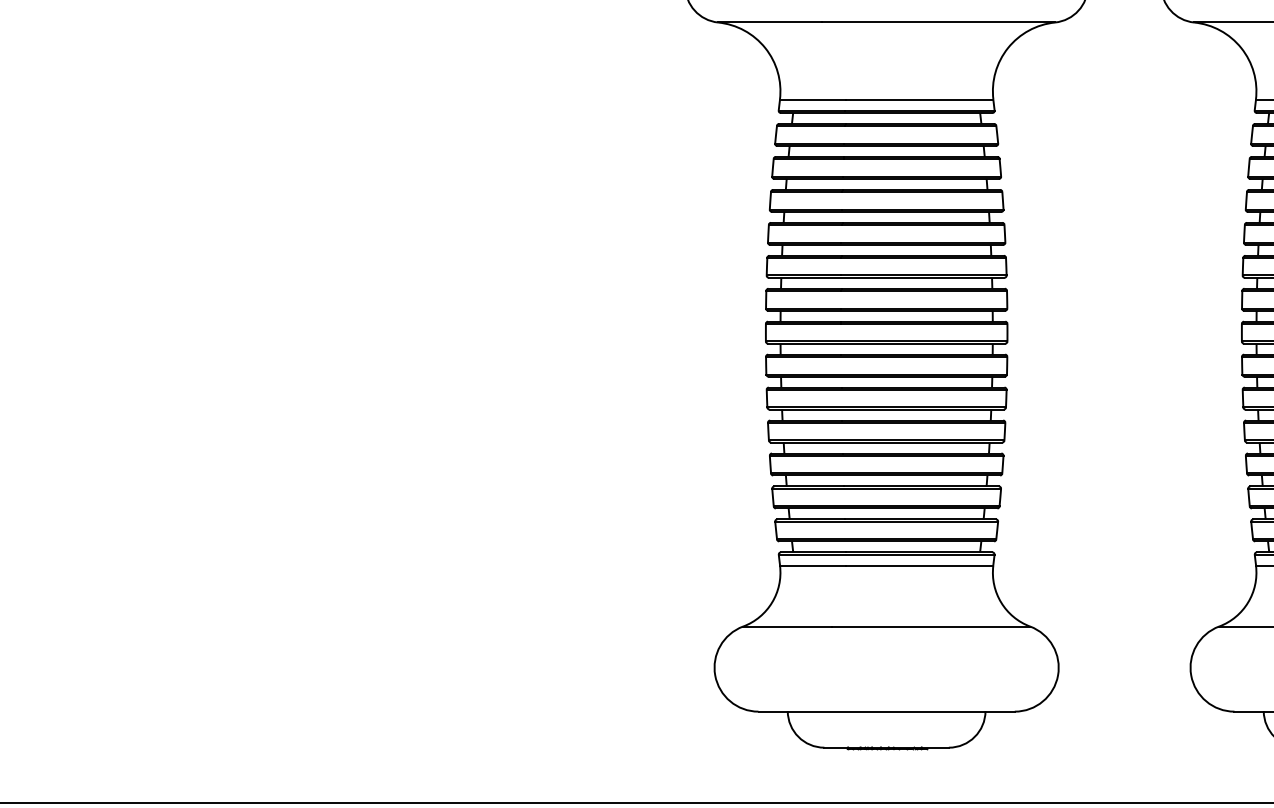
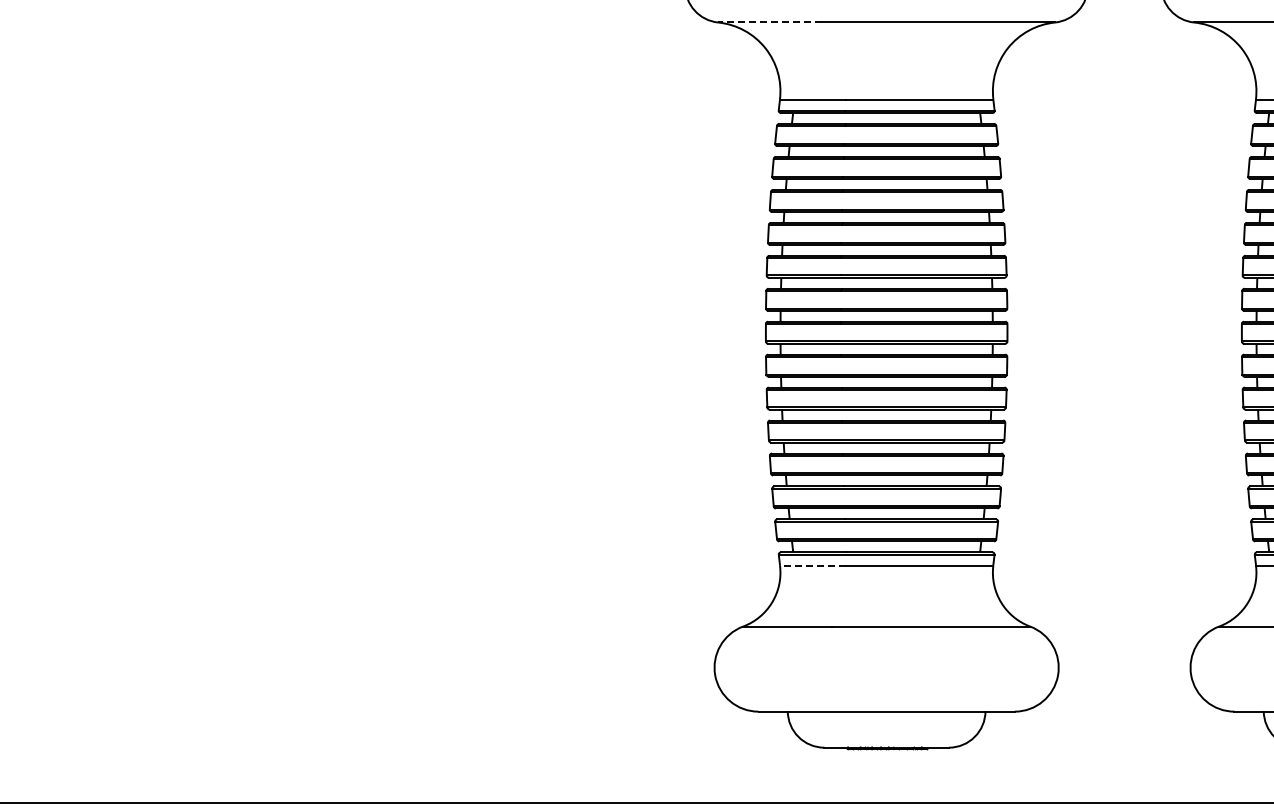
line at (769, 22): solid -> dashed
line at (813, 565): solid -> dashed
